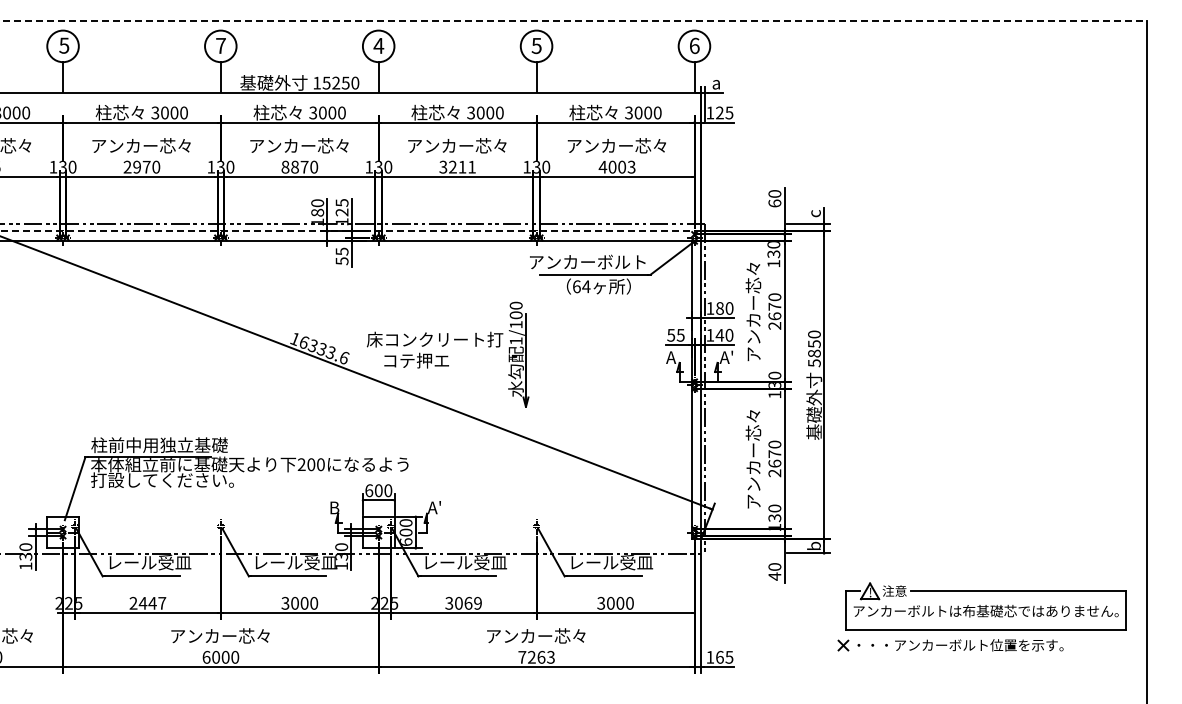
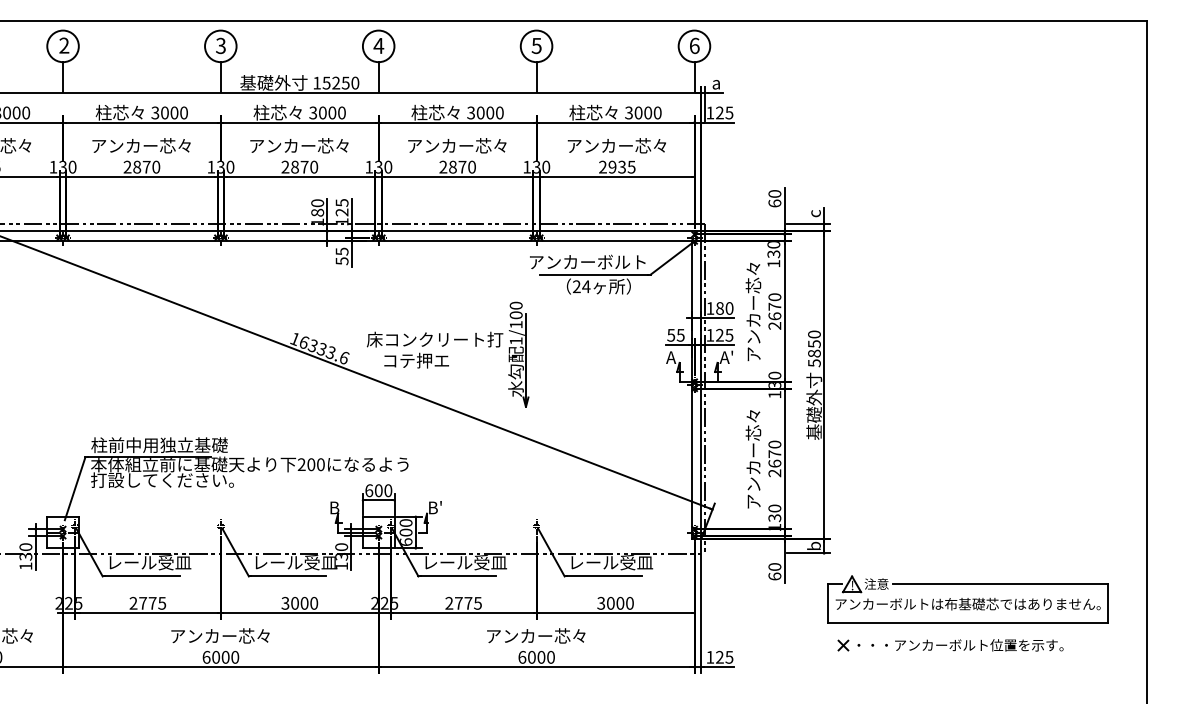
line at (573, 21): dashed -> solid
text at (64, 45): 5 -> 2
text at (220, 45): 7 -> 3
text at (137, 166): 2970 -> 2870
text at (285, 166): 8870 -> 2870
text at (457, 166): 3211 -> 2870
text at (616, 166): 4003 -> 2935
line at (350, 231): dashed -> solid
text at (576, 286): 64 -> 24
text at (724, 334): 140 -> 125
text at (434, 507): A' -> B'
text at (774, 576): 40 -> 60
text at (463, 602): 3069 -> 2775
text at (152, 603): 2447 -> 2775
part at (985, 606) position: (985, 606) -> (967, 599)
text at (536, 656): 7263 -> 6000
text at (719, 656): 165 -> 125
